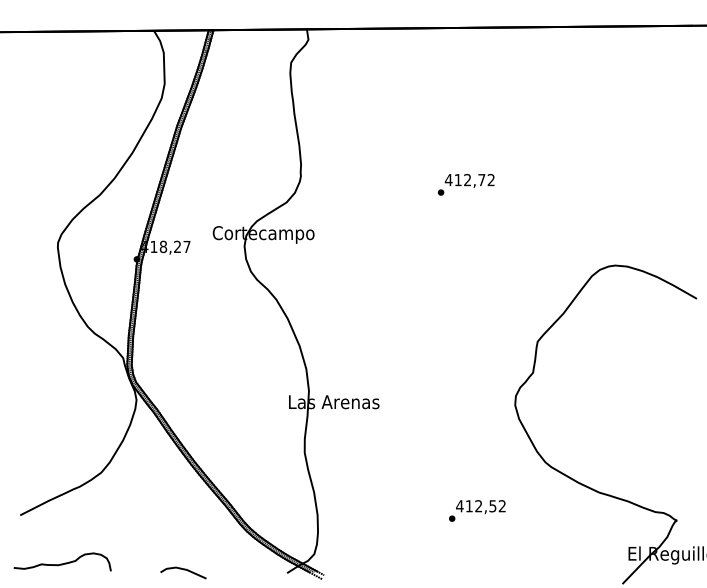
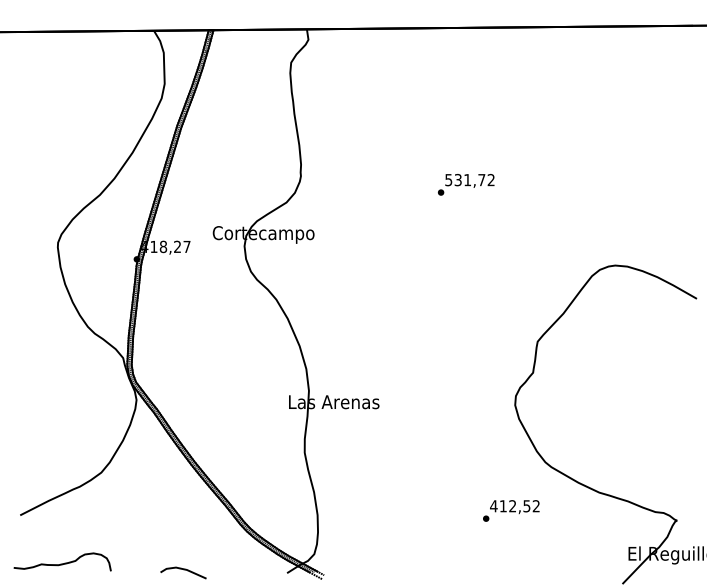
text at (457, 180): 412,72 -> 531,72
text at (477, 510) position: (477, 510) -> (511, 510)
